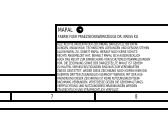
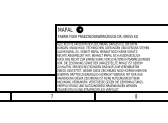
line at (83, 108): present -> none
